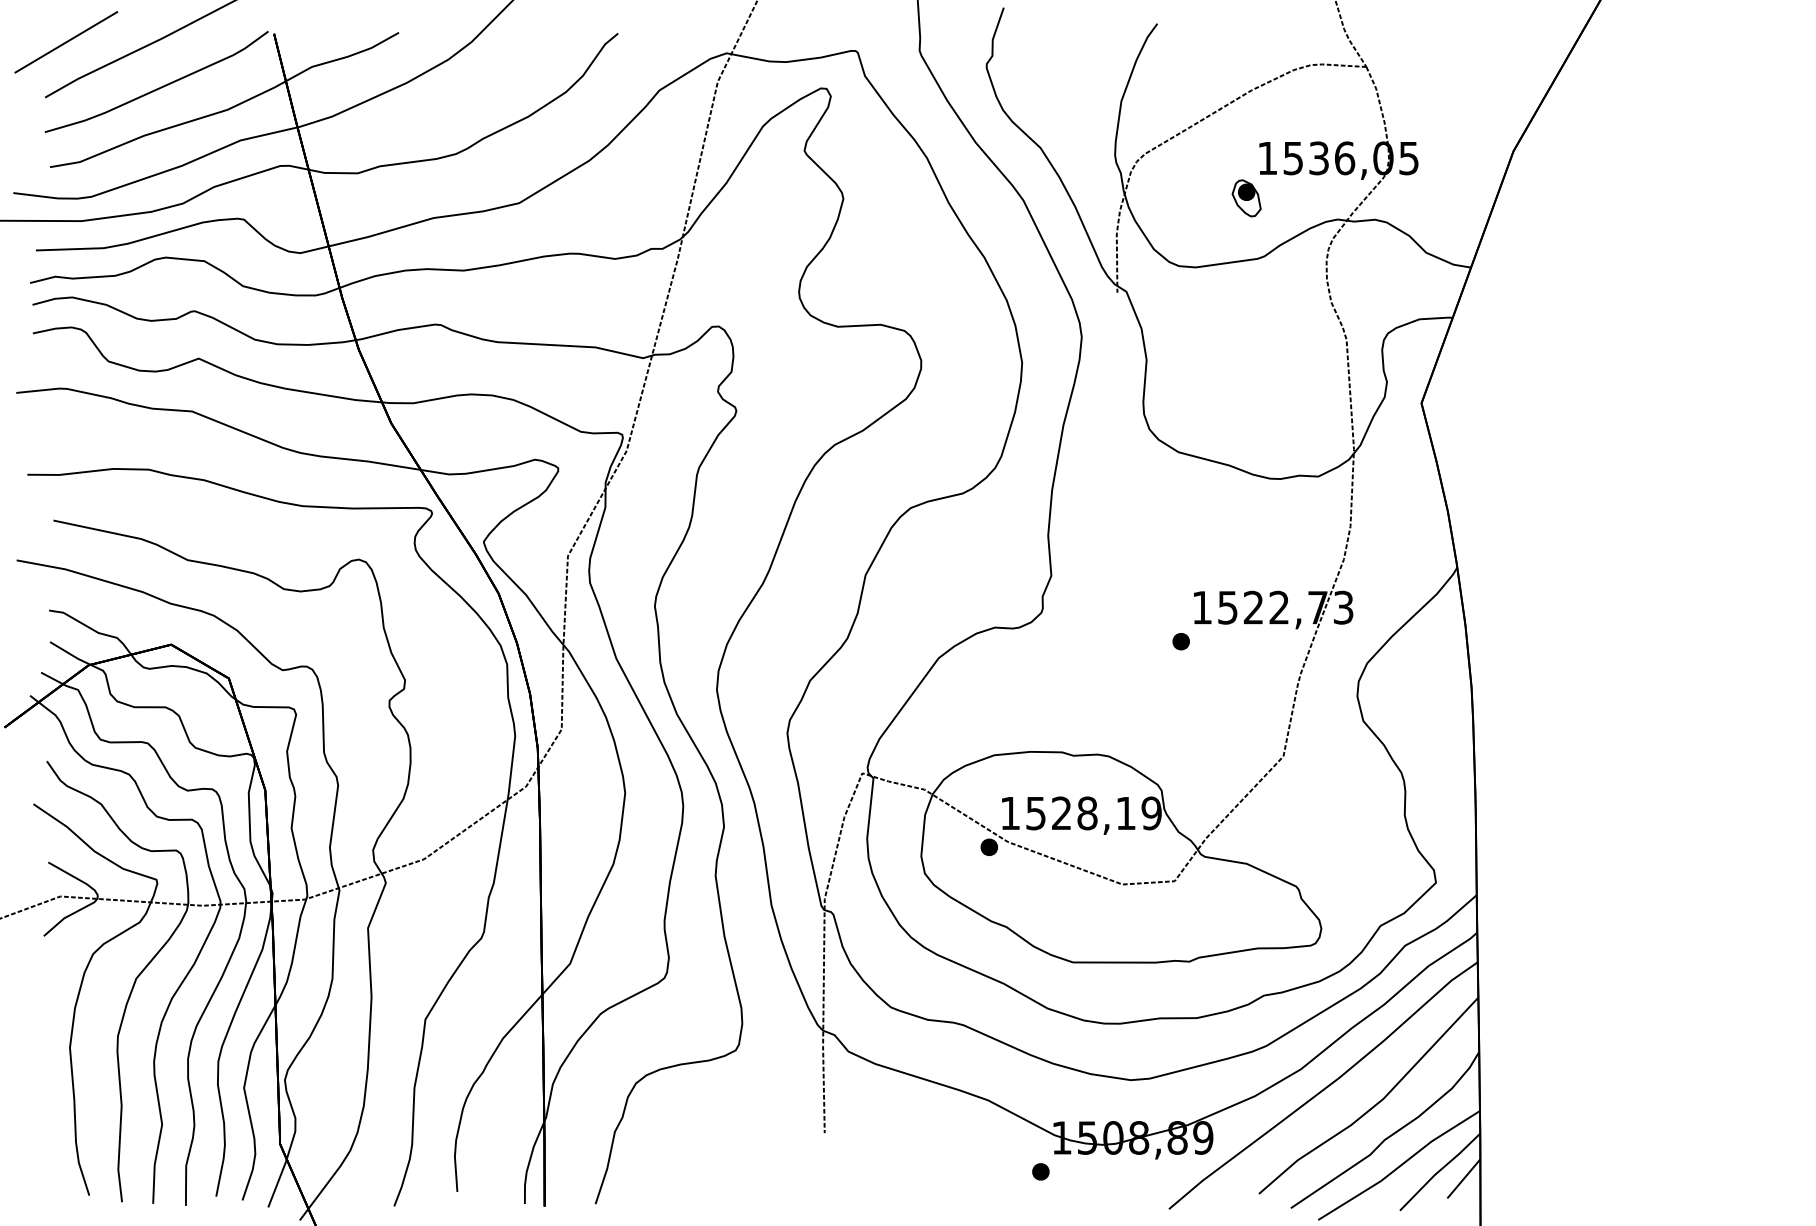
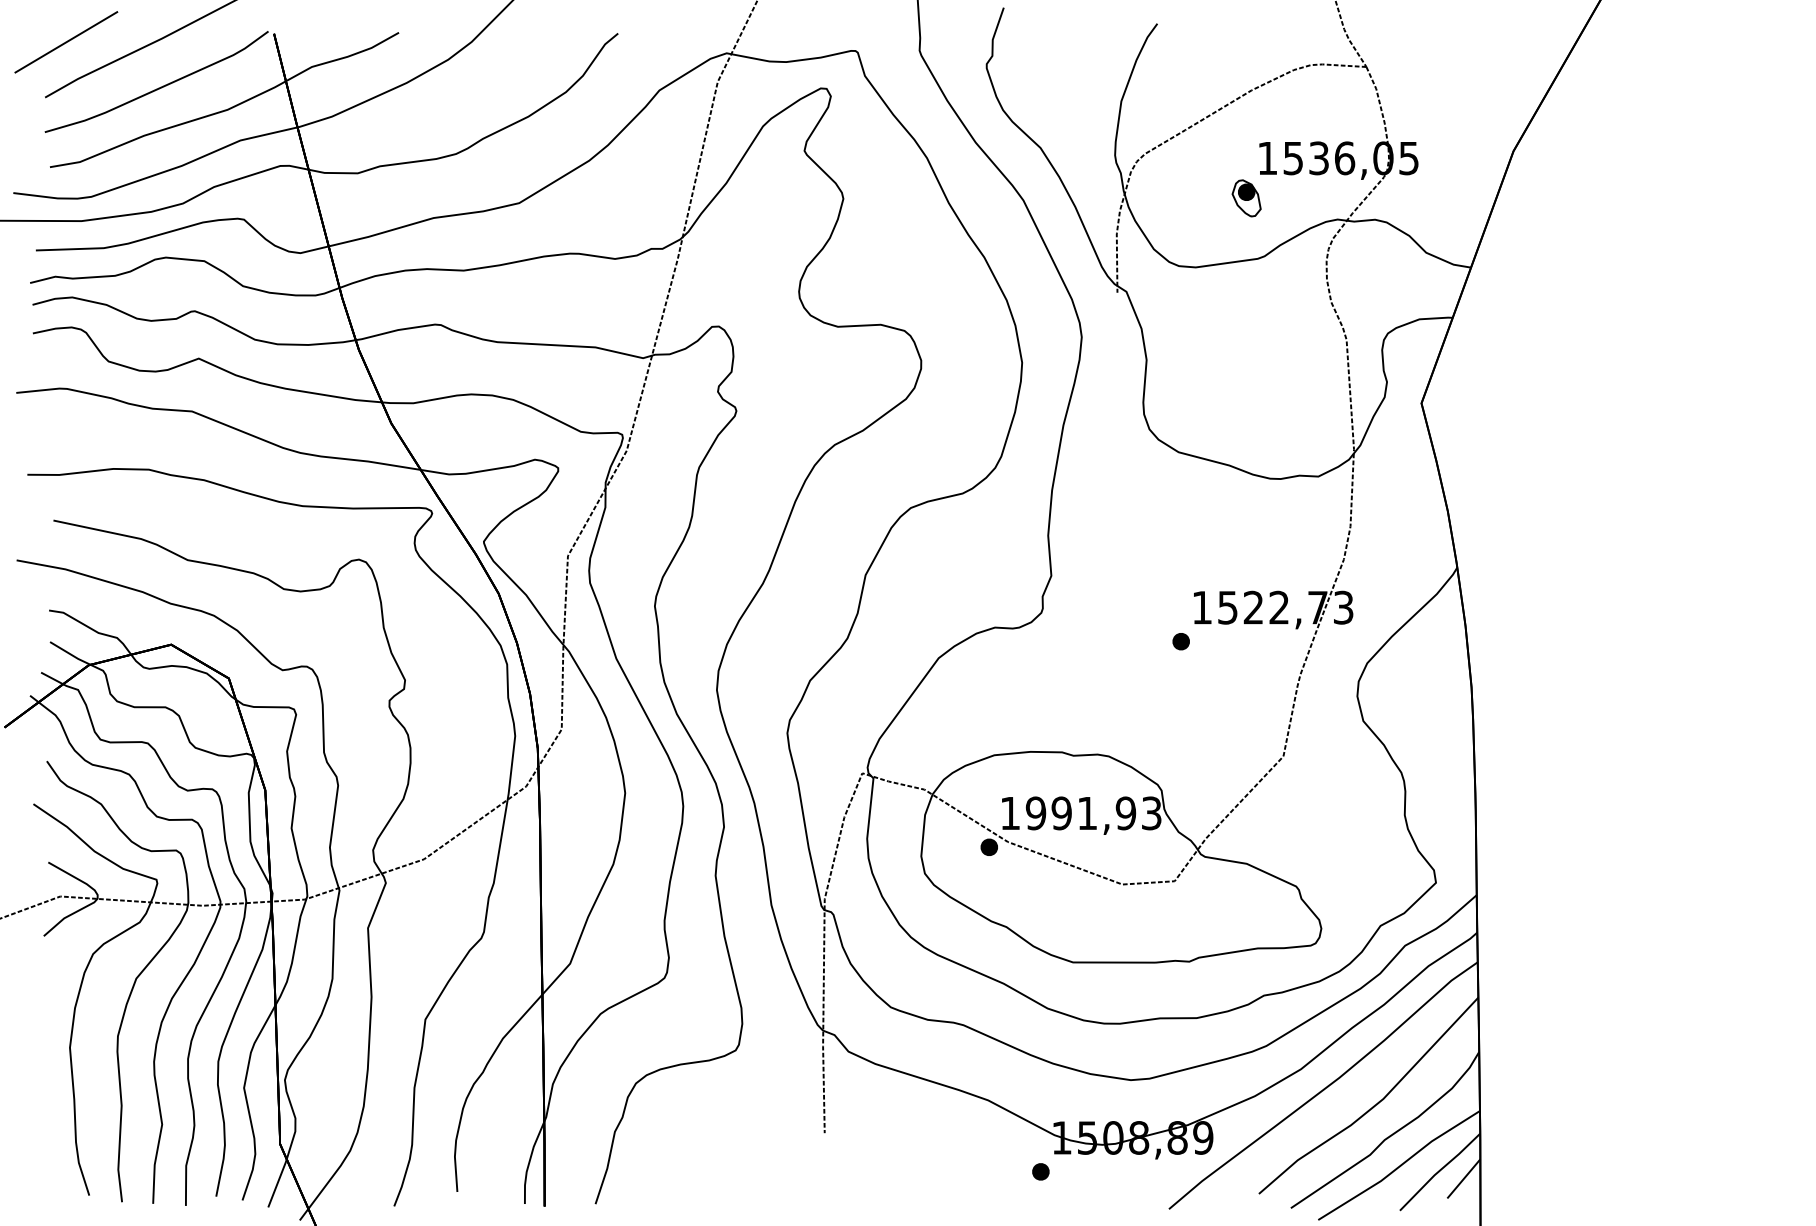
text at (1093, 813): 1528,19 -> 1991,93
